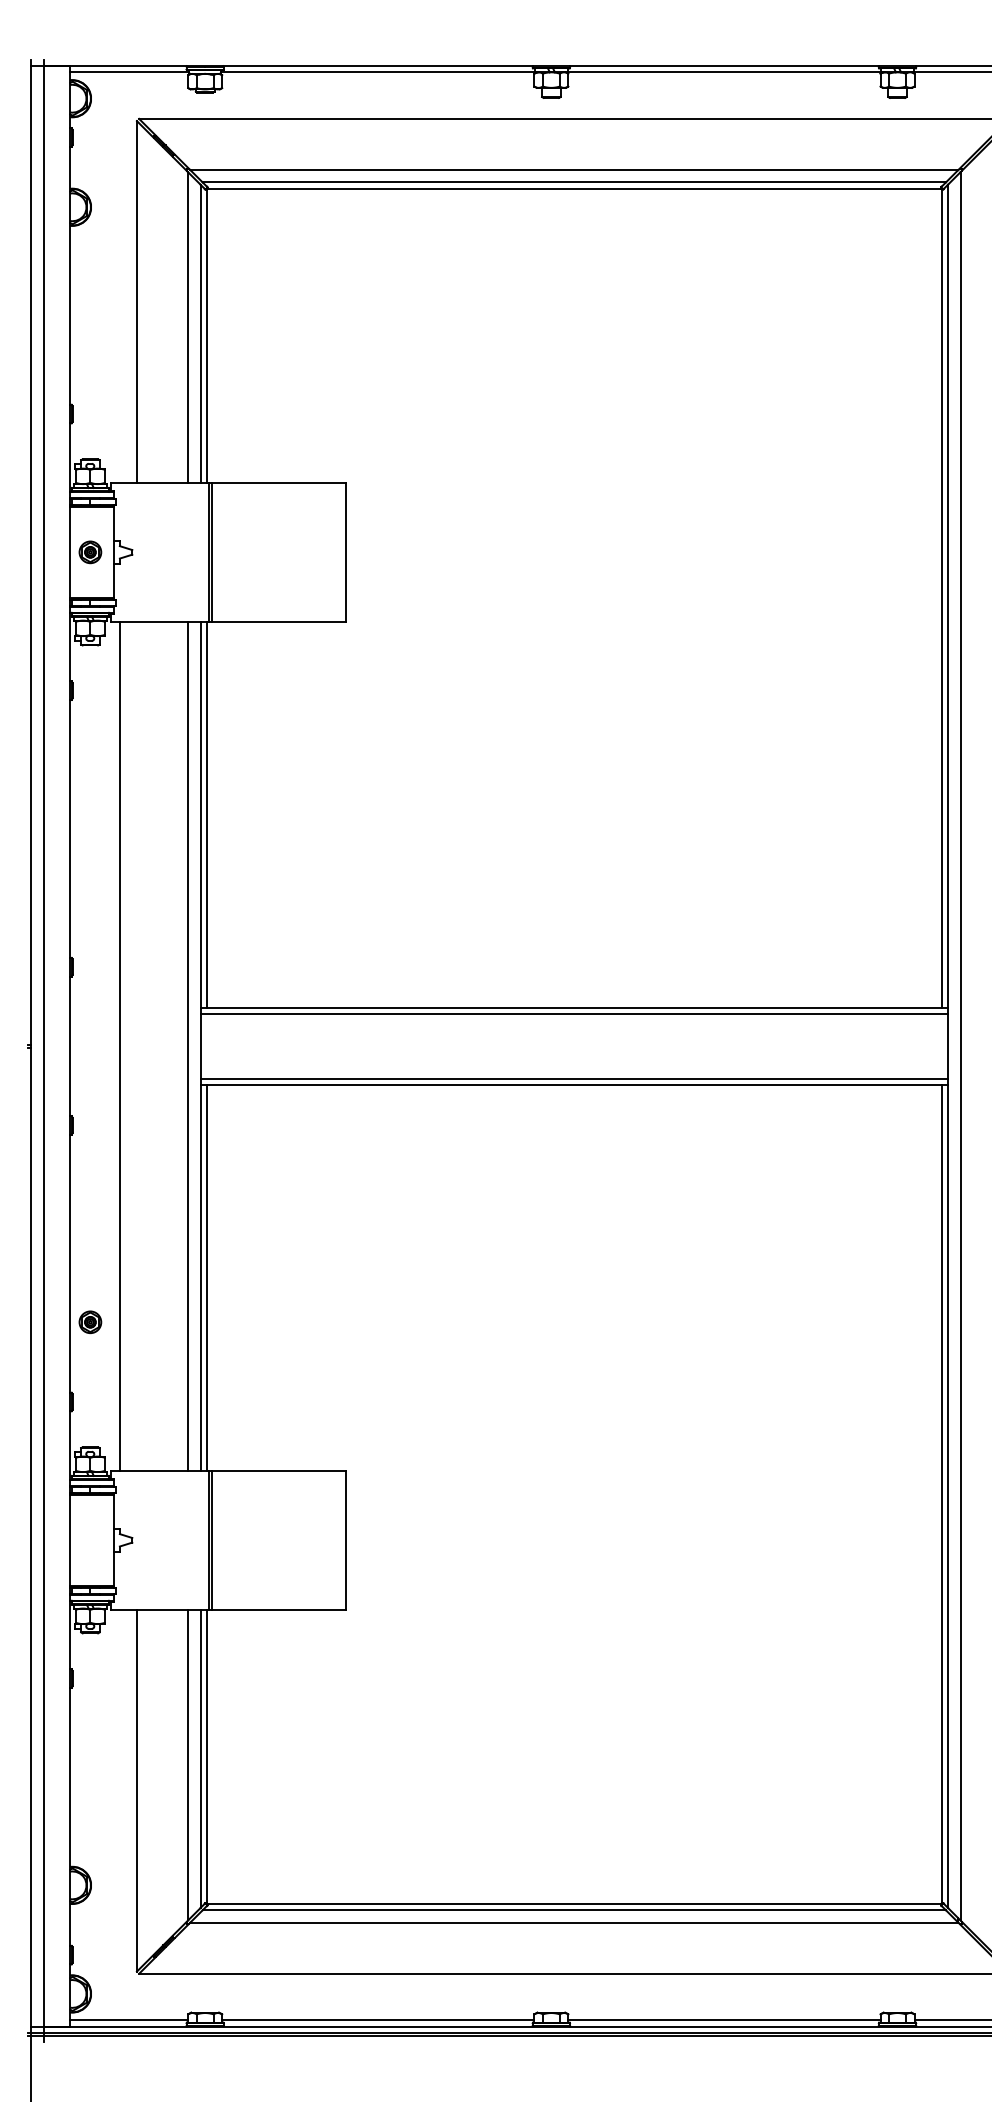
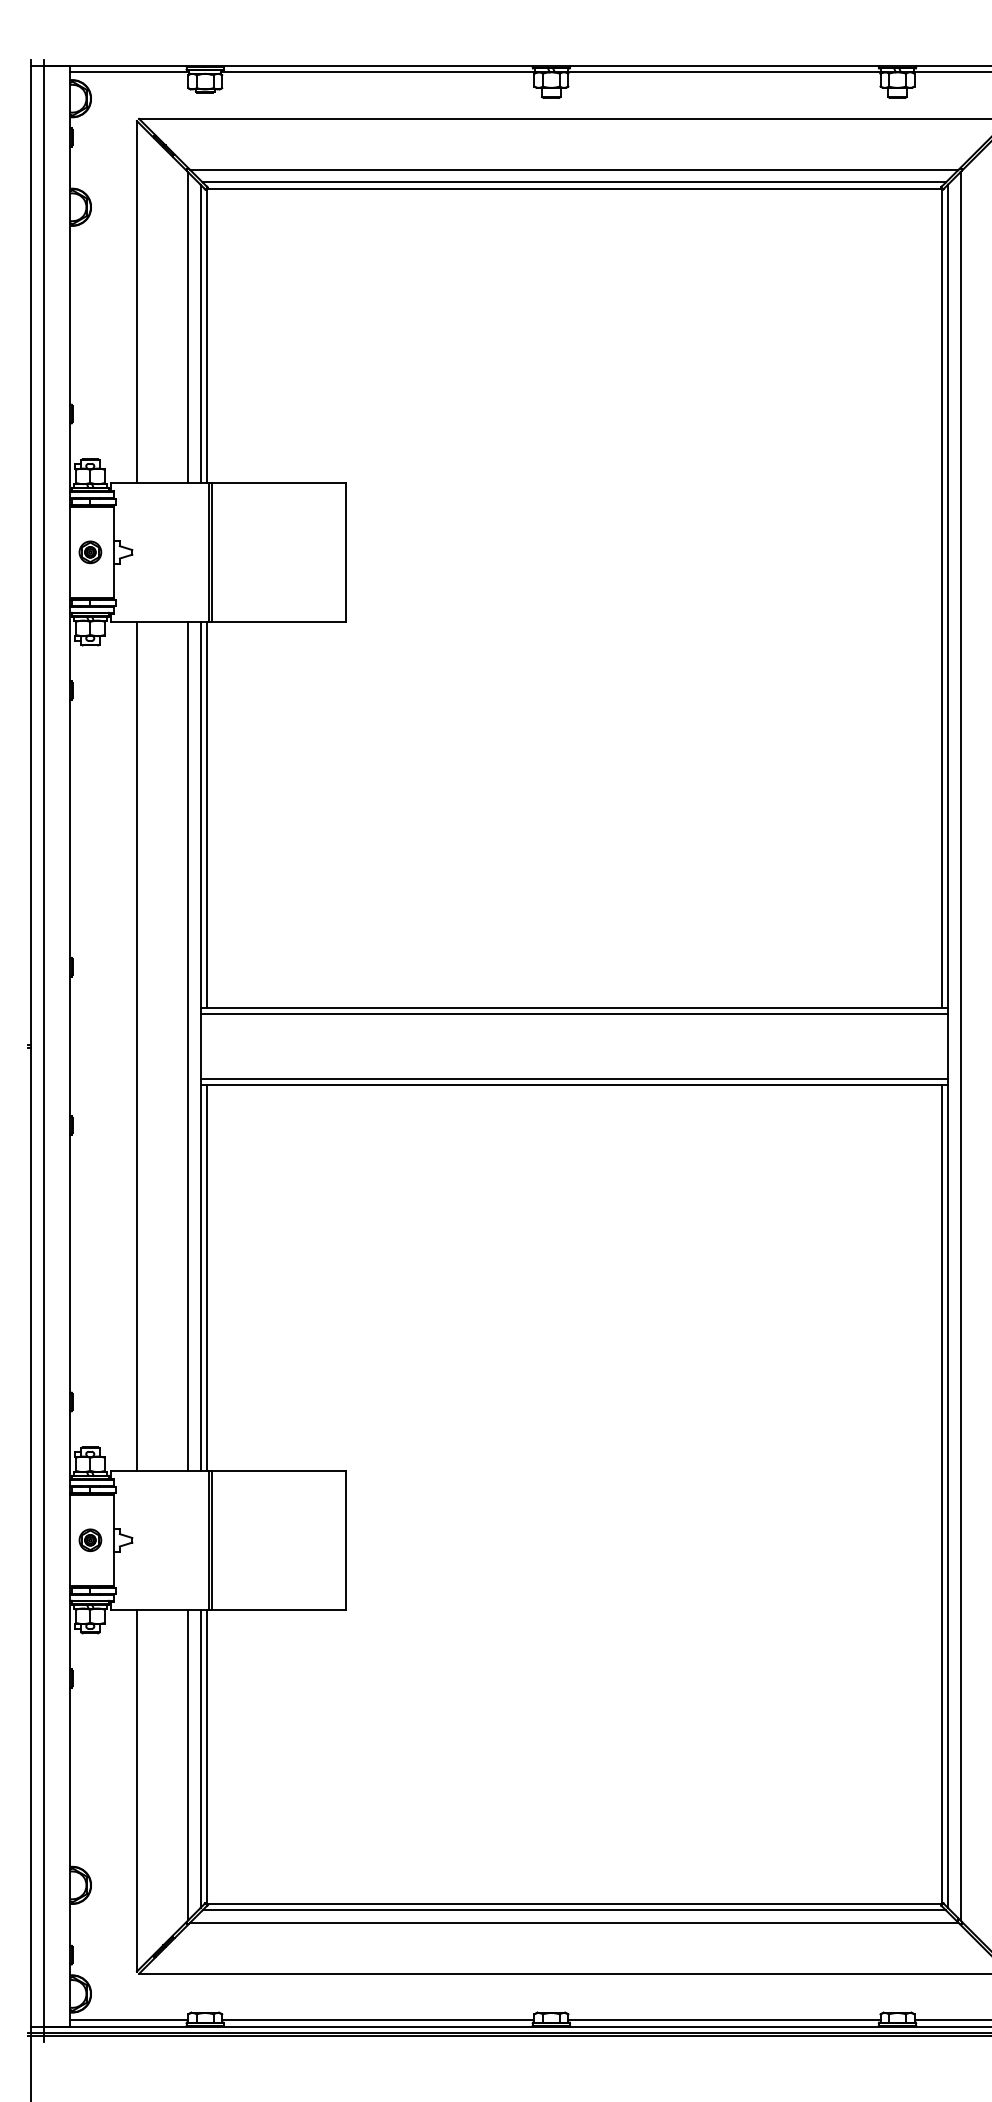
line at (119, 1046) position: (119, 1046) -> (136, 1046)
part at (90, 1322) position: (90, 1322) -> (90, 1540)
